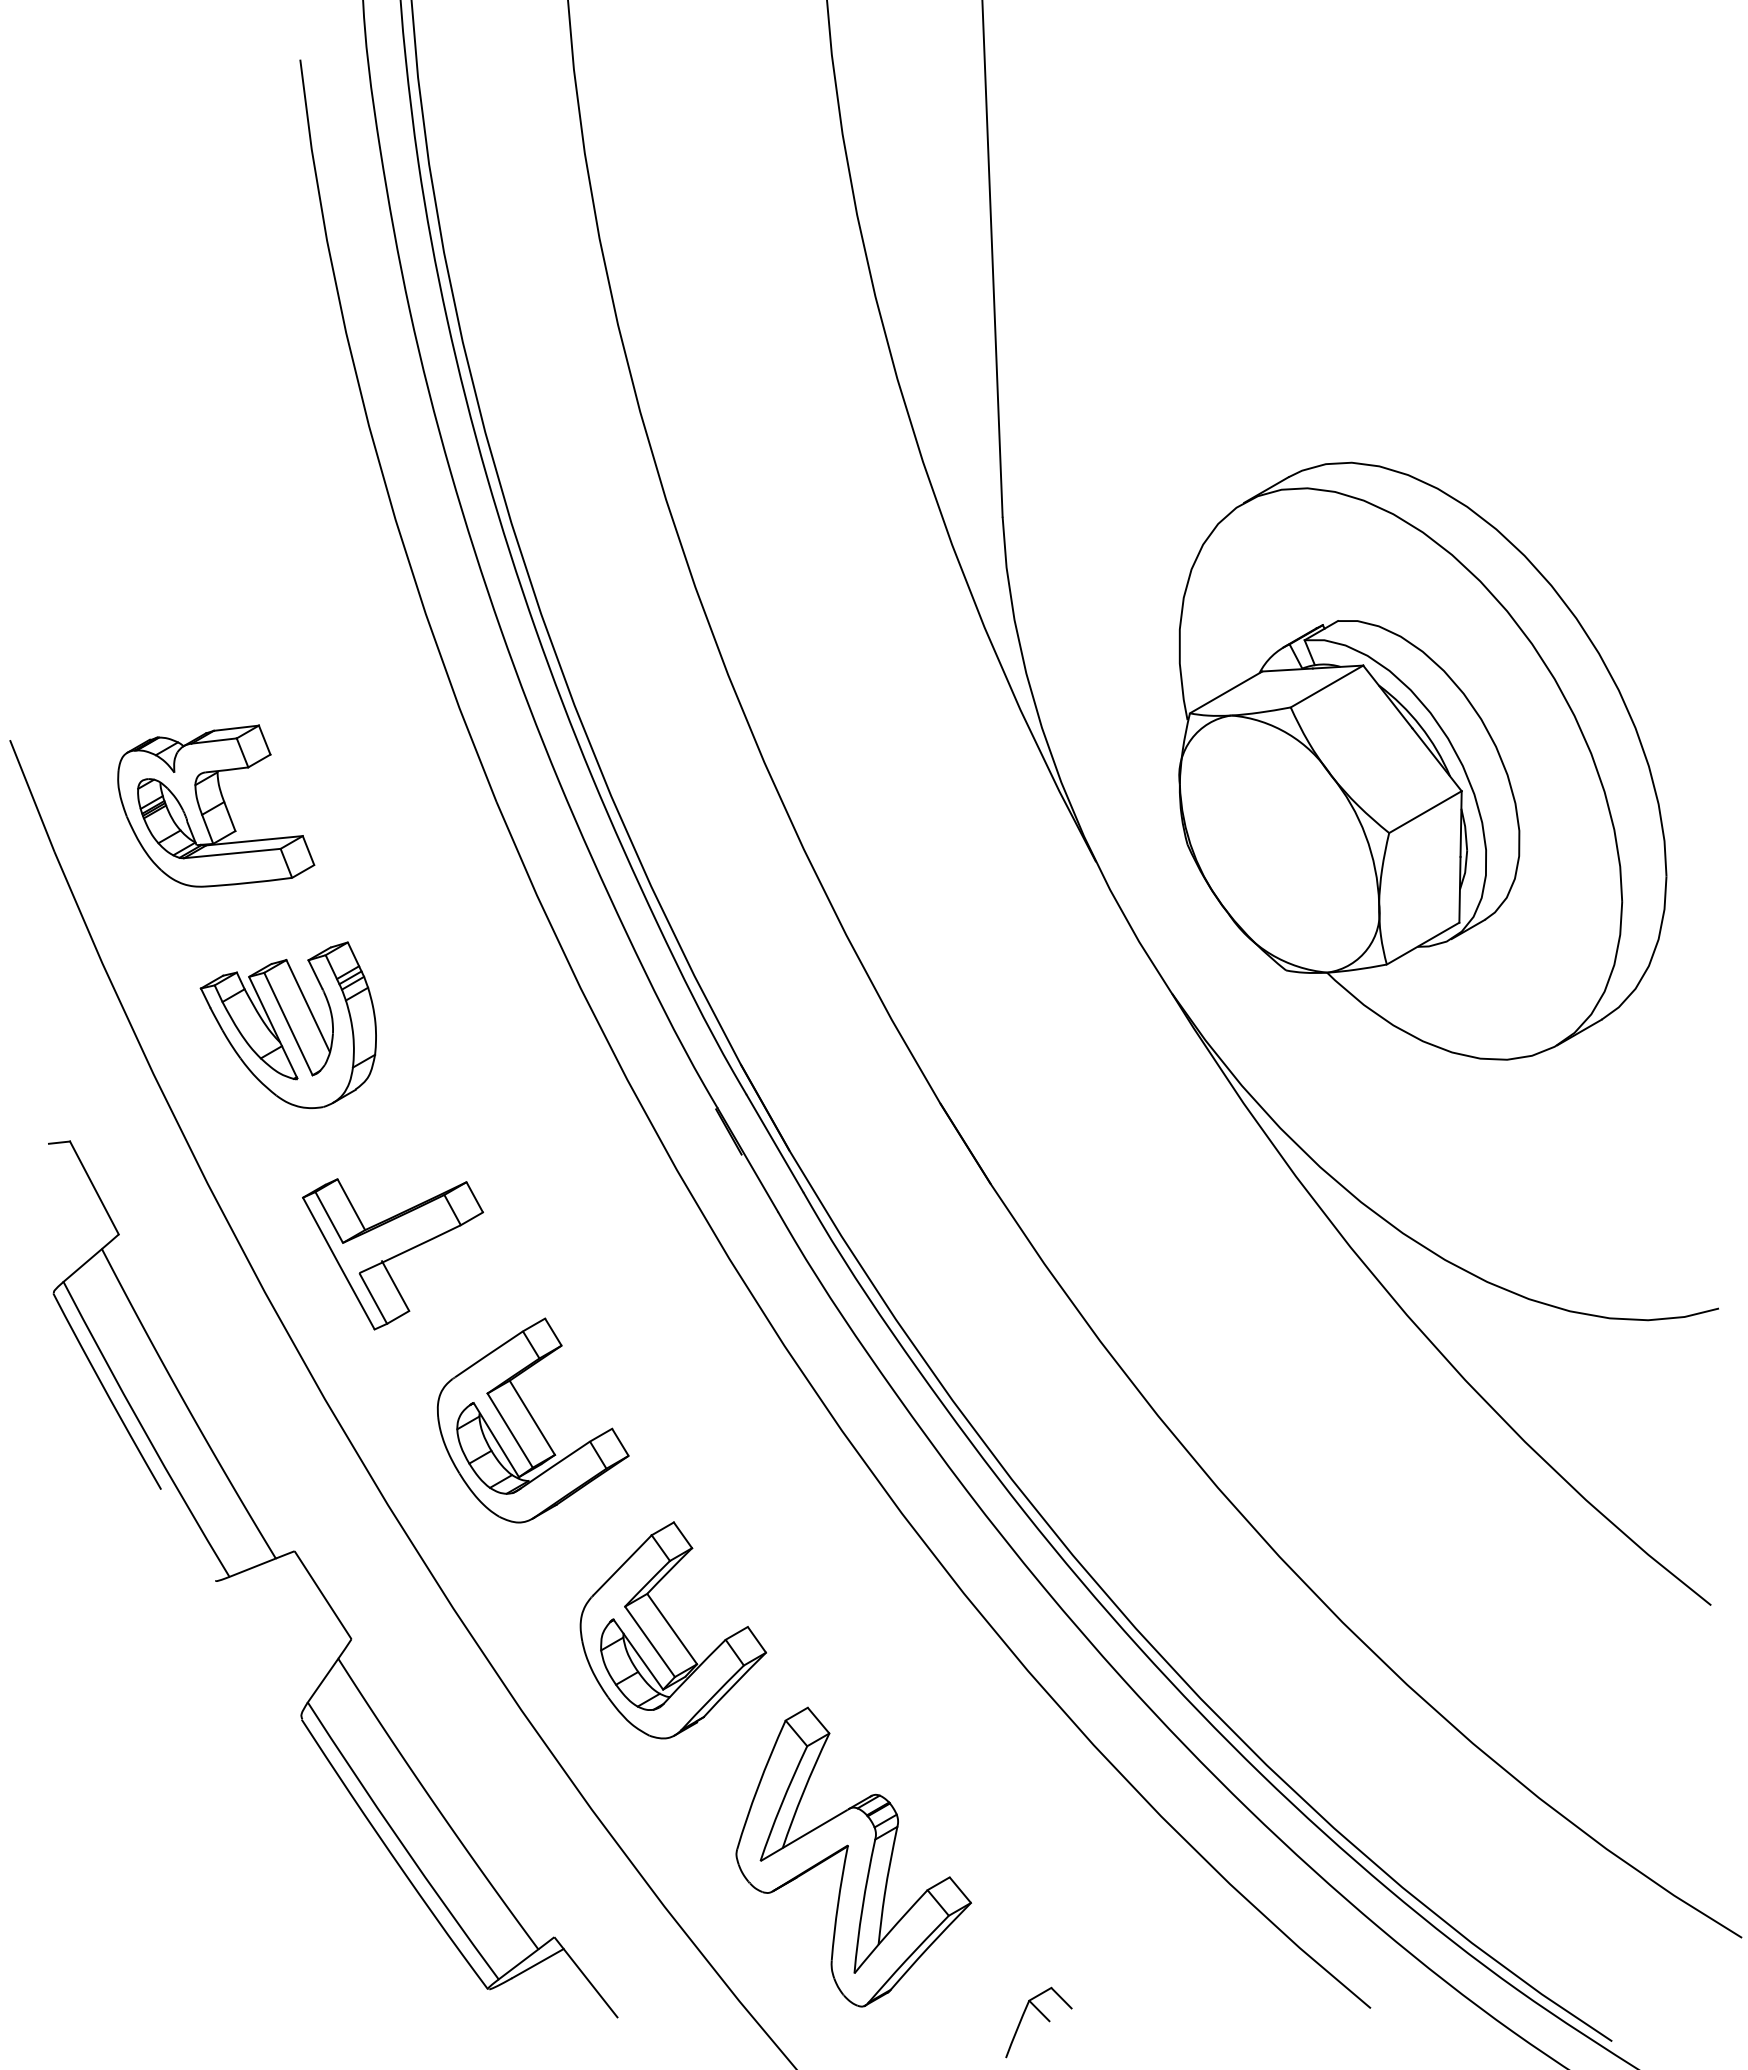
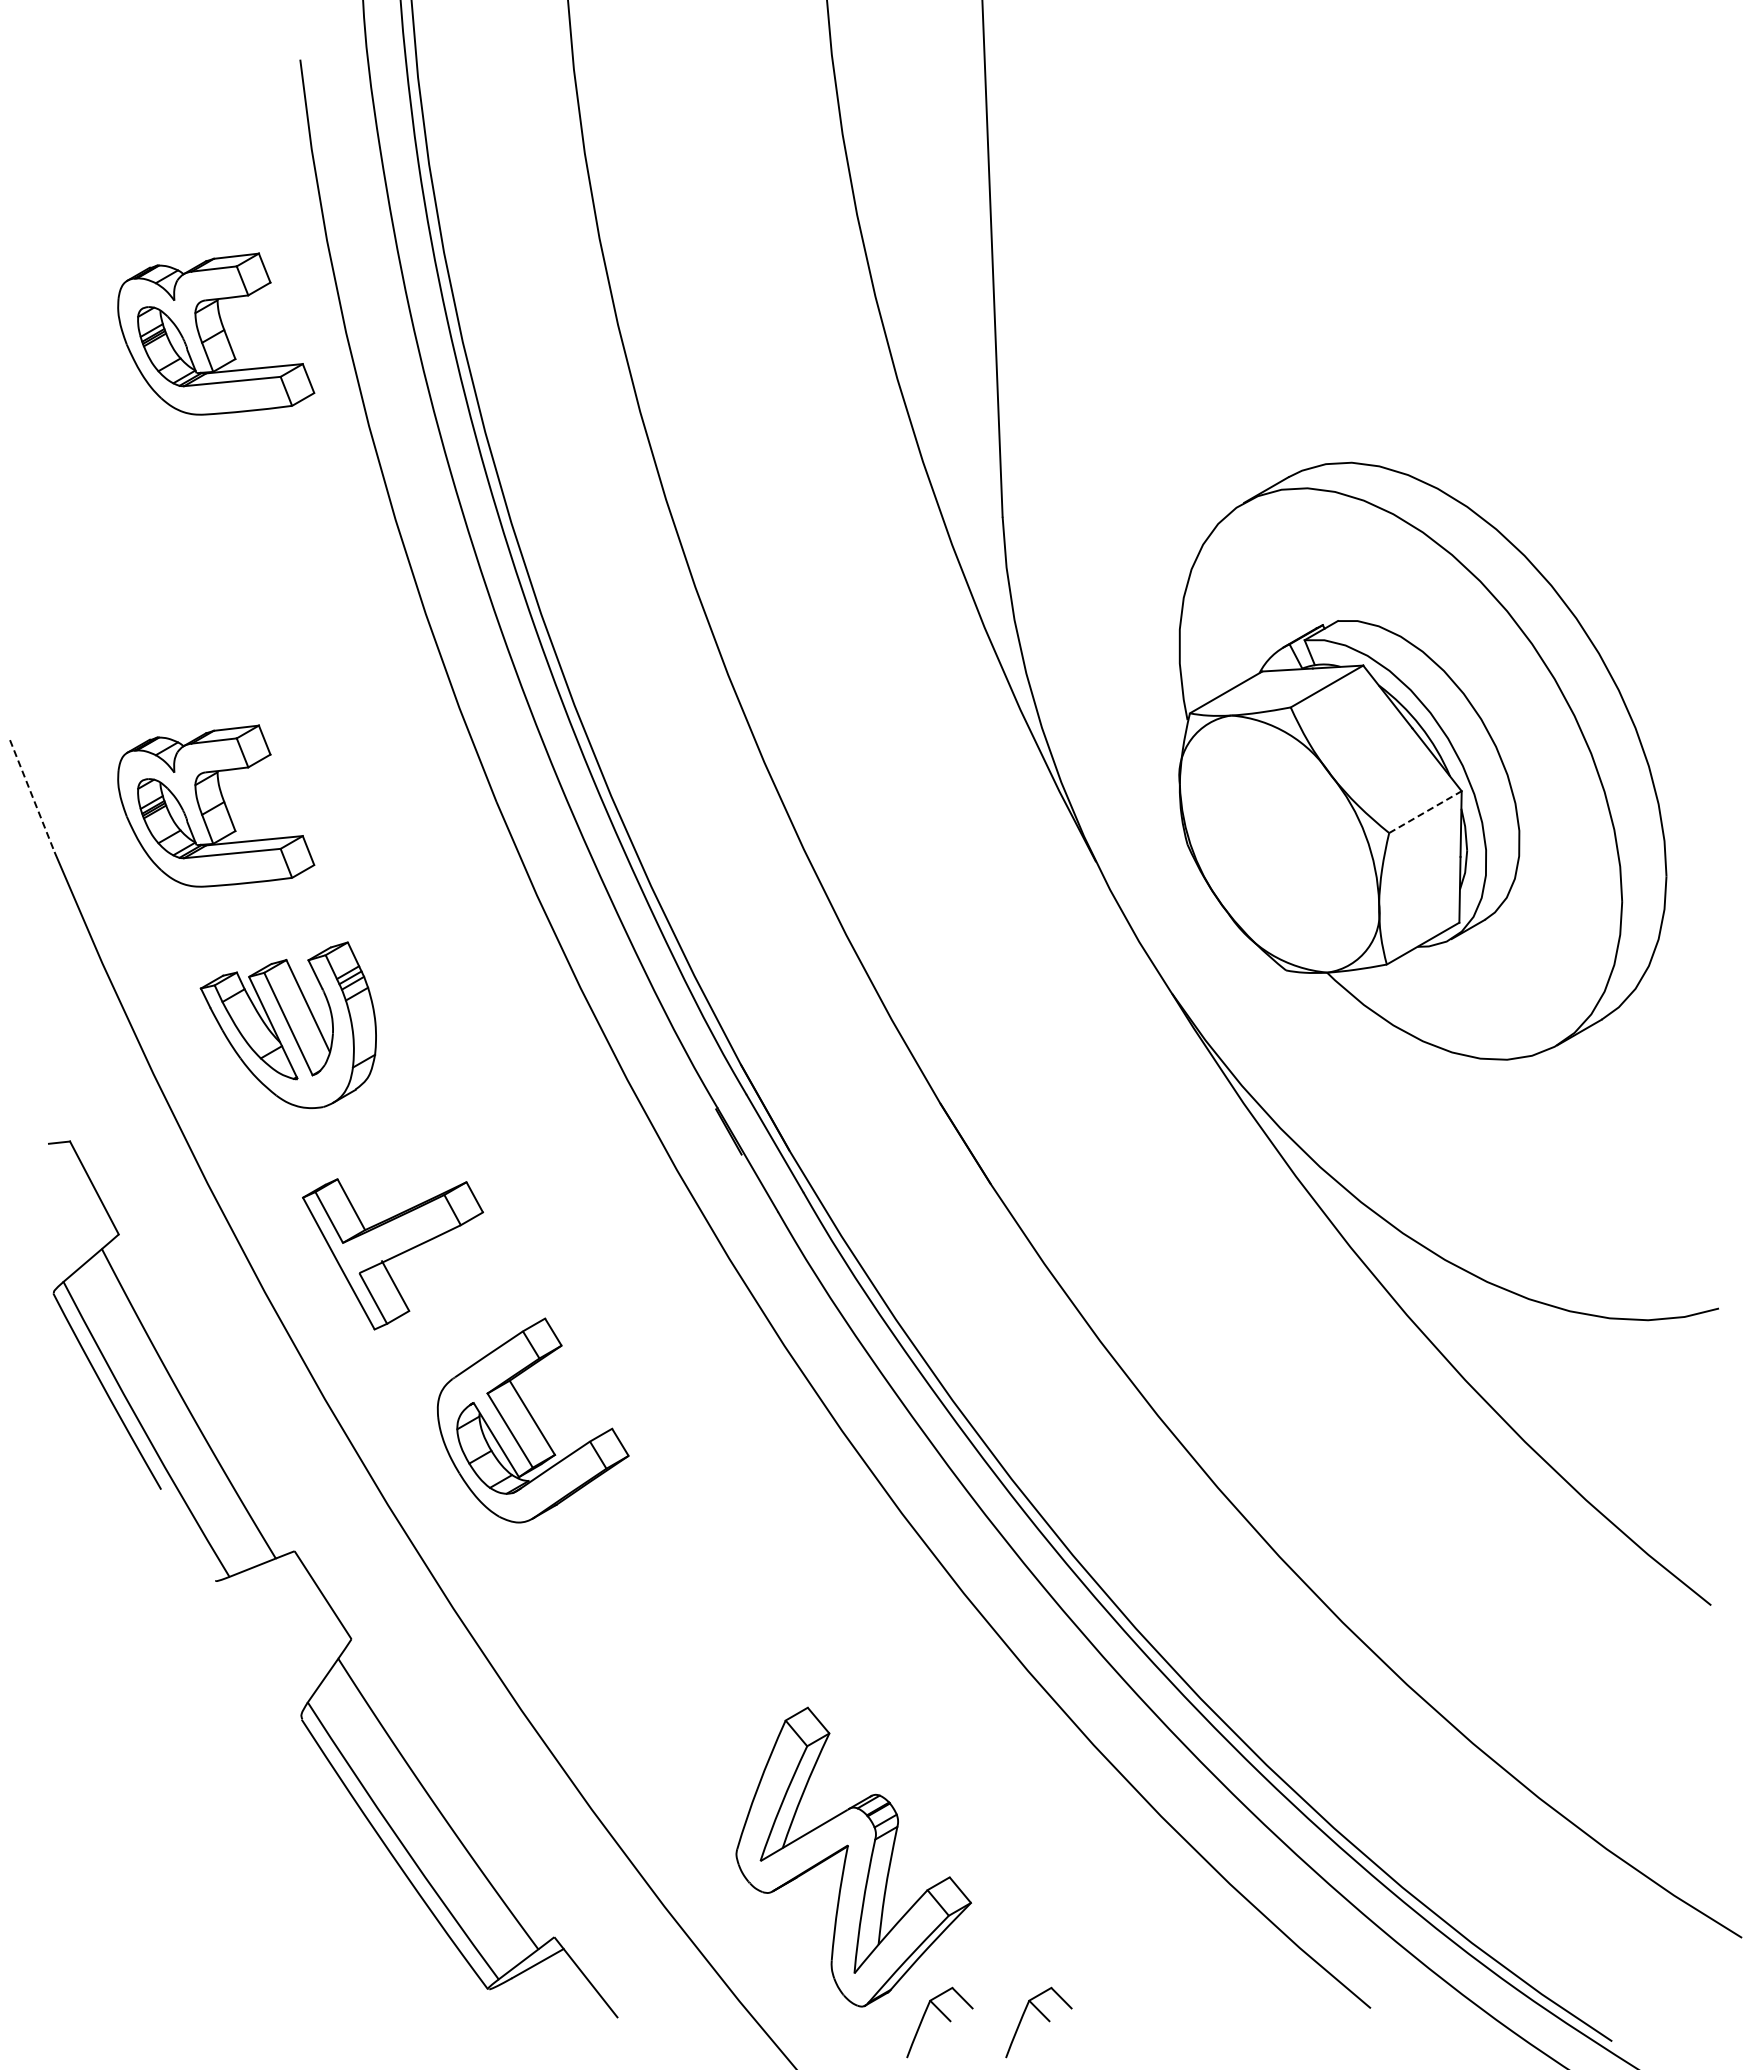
part at (216, 333): none -> present
line at (32, 796): solid -> dashed
line at (1425, 812): solid -> dashed
part at (672, 1630): present -> none
part at (944, 2016): none -> present
